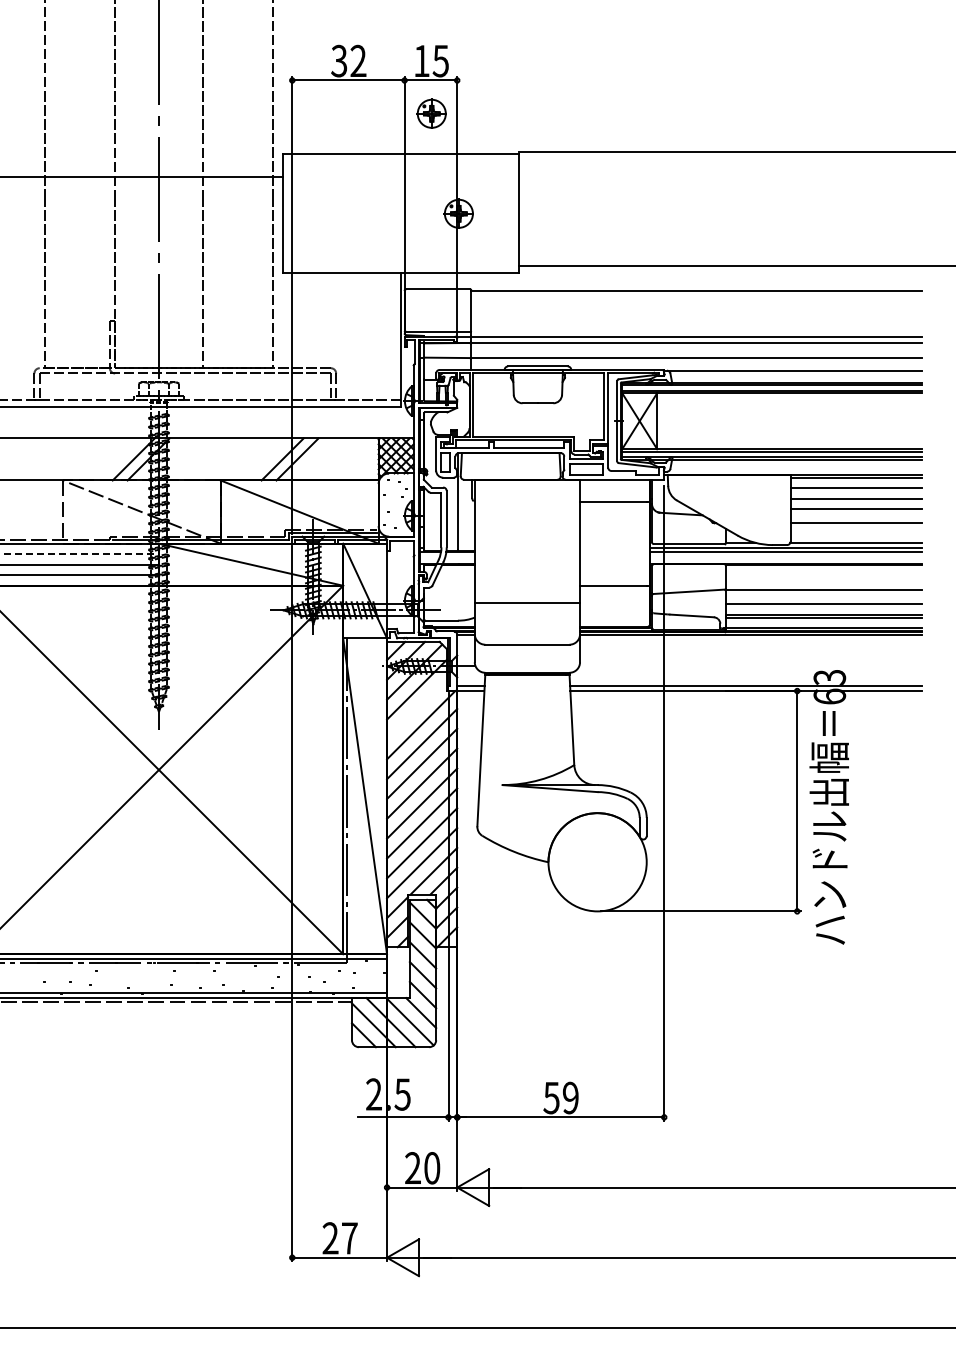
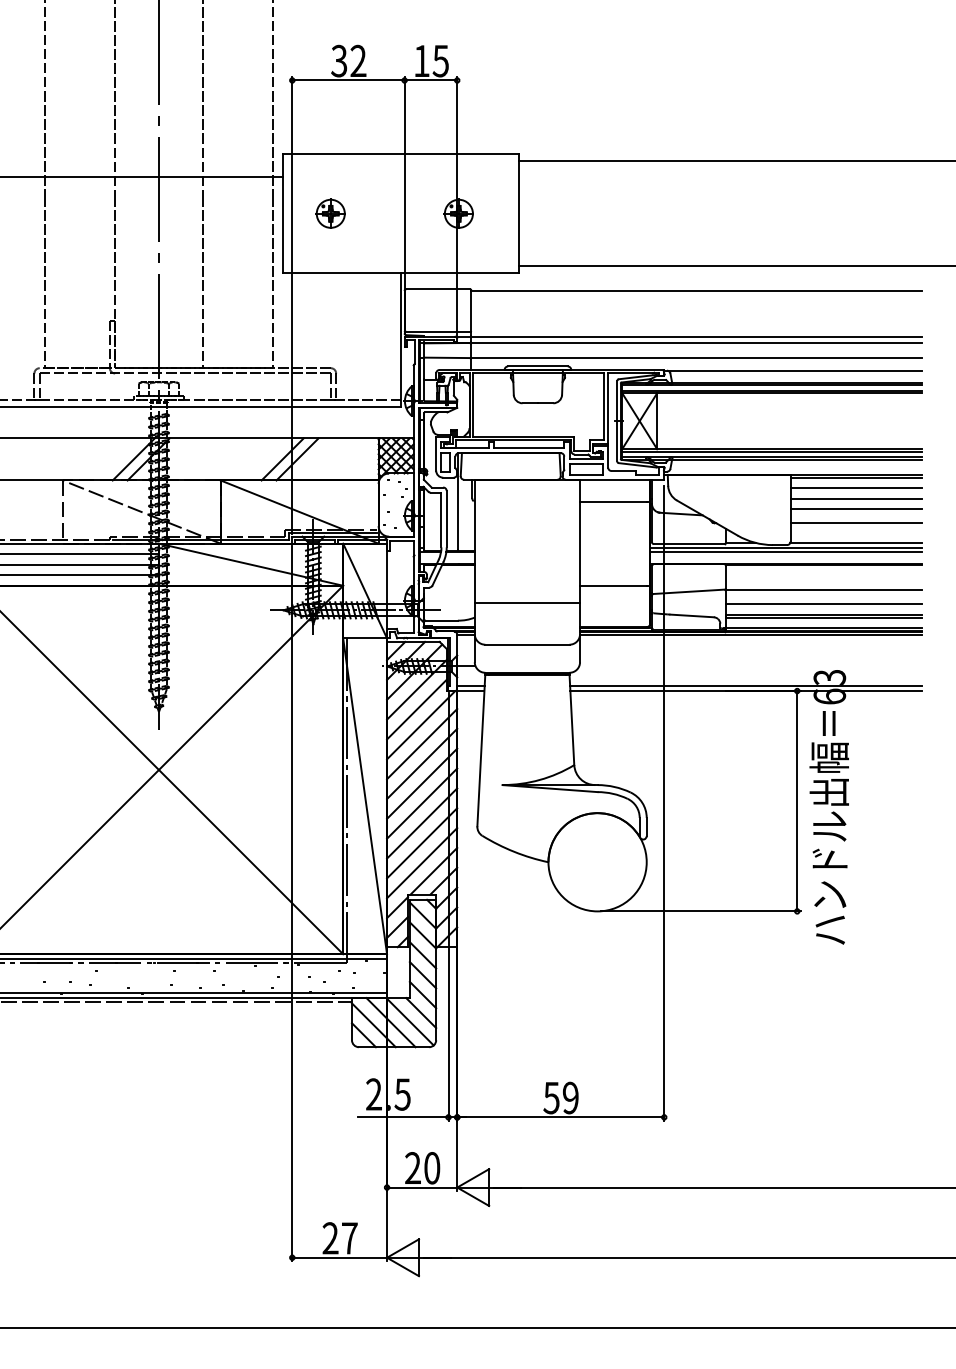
part at (431, 113) position: (431, 113) -> (330, 213)
line at (735, 152) position: (735, 152) -> (735, 161)
line at (80, 554): dashed -> solid
line at (416, 709): none -> present
